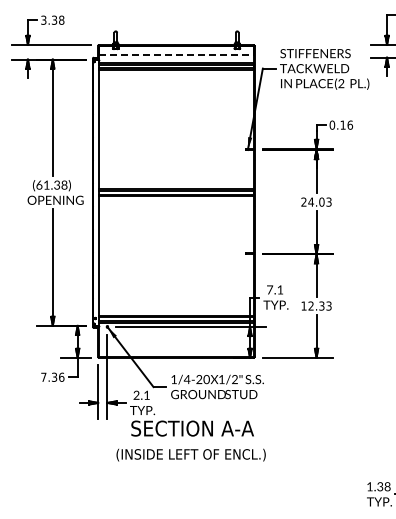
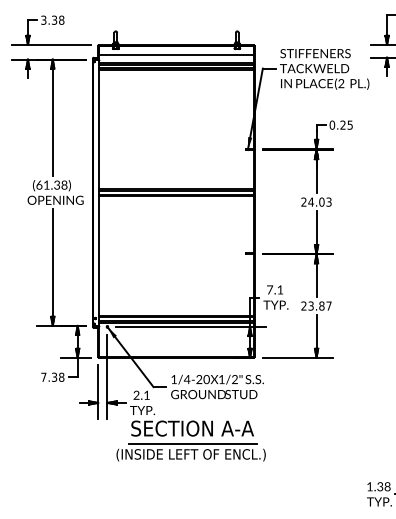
line at (177, 55): dashed -> solid
text at (346, 124): 0.16 -> 0.25
text at (316, 305): 12.33 -> 23.87
text at (61, 376): 7.36 -> 7.38
line at (192, 444): none -> present
